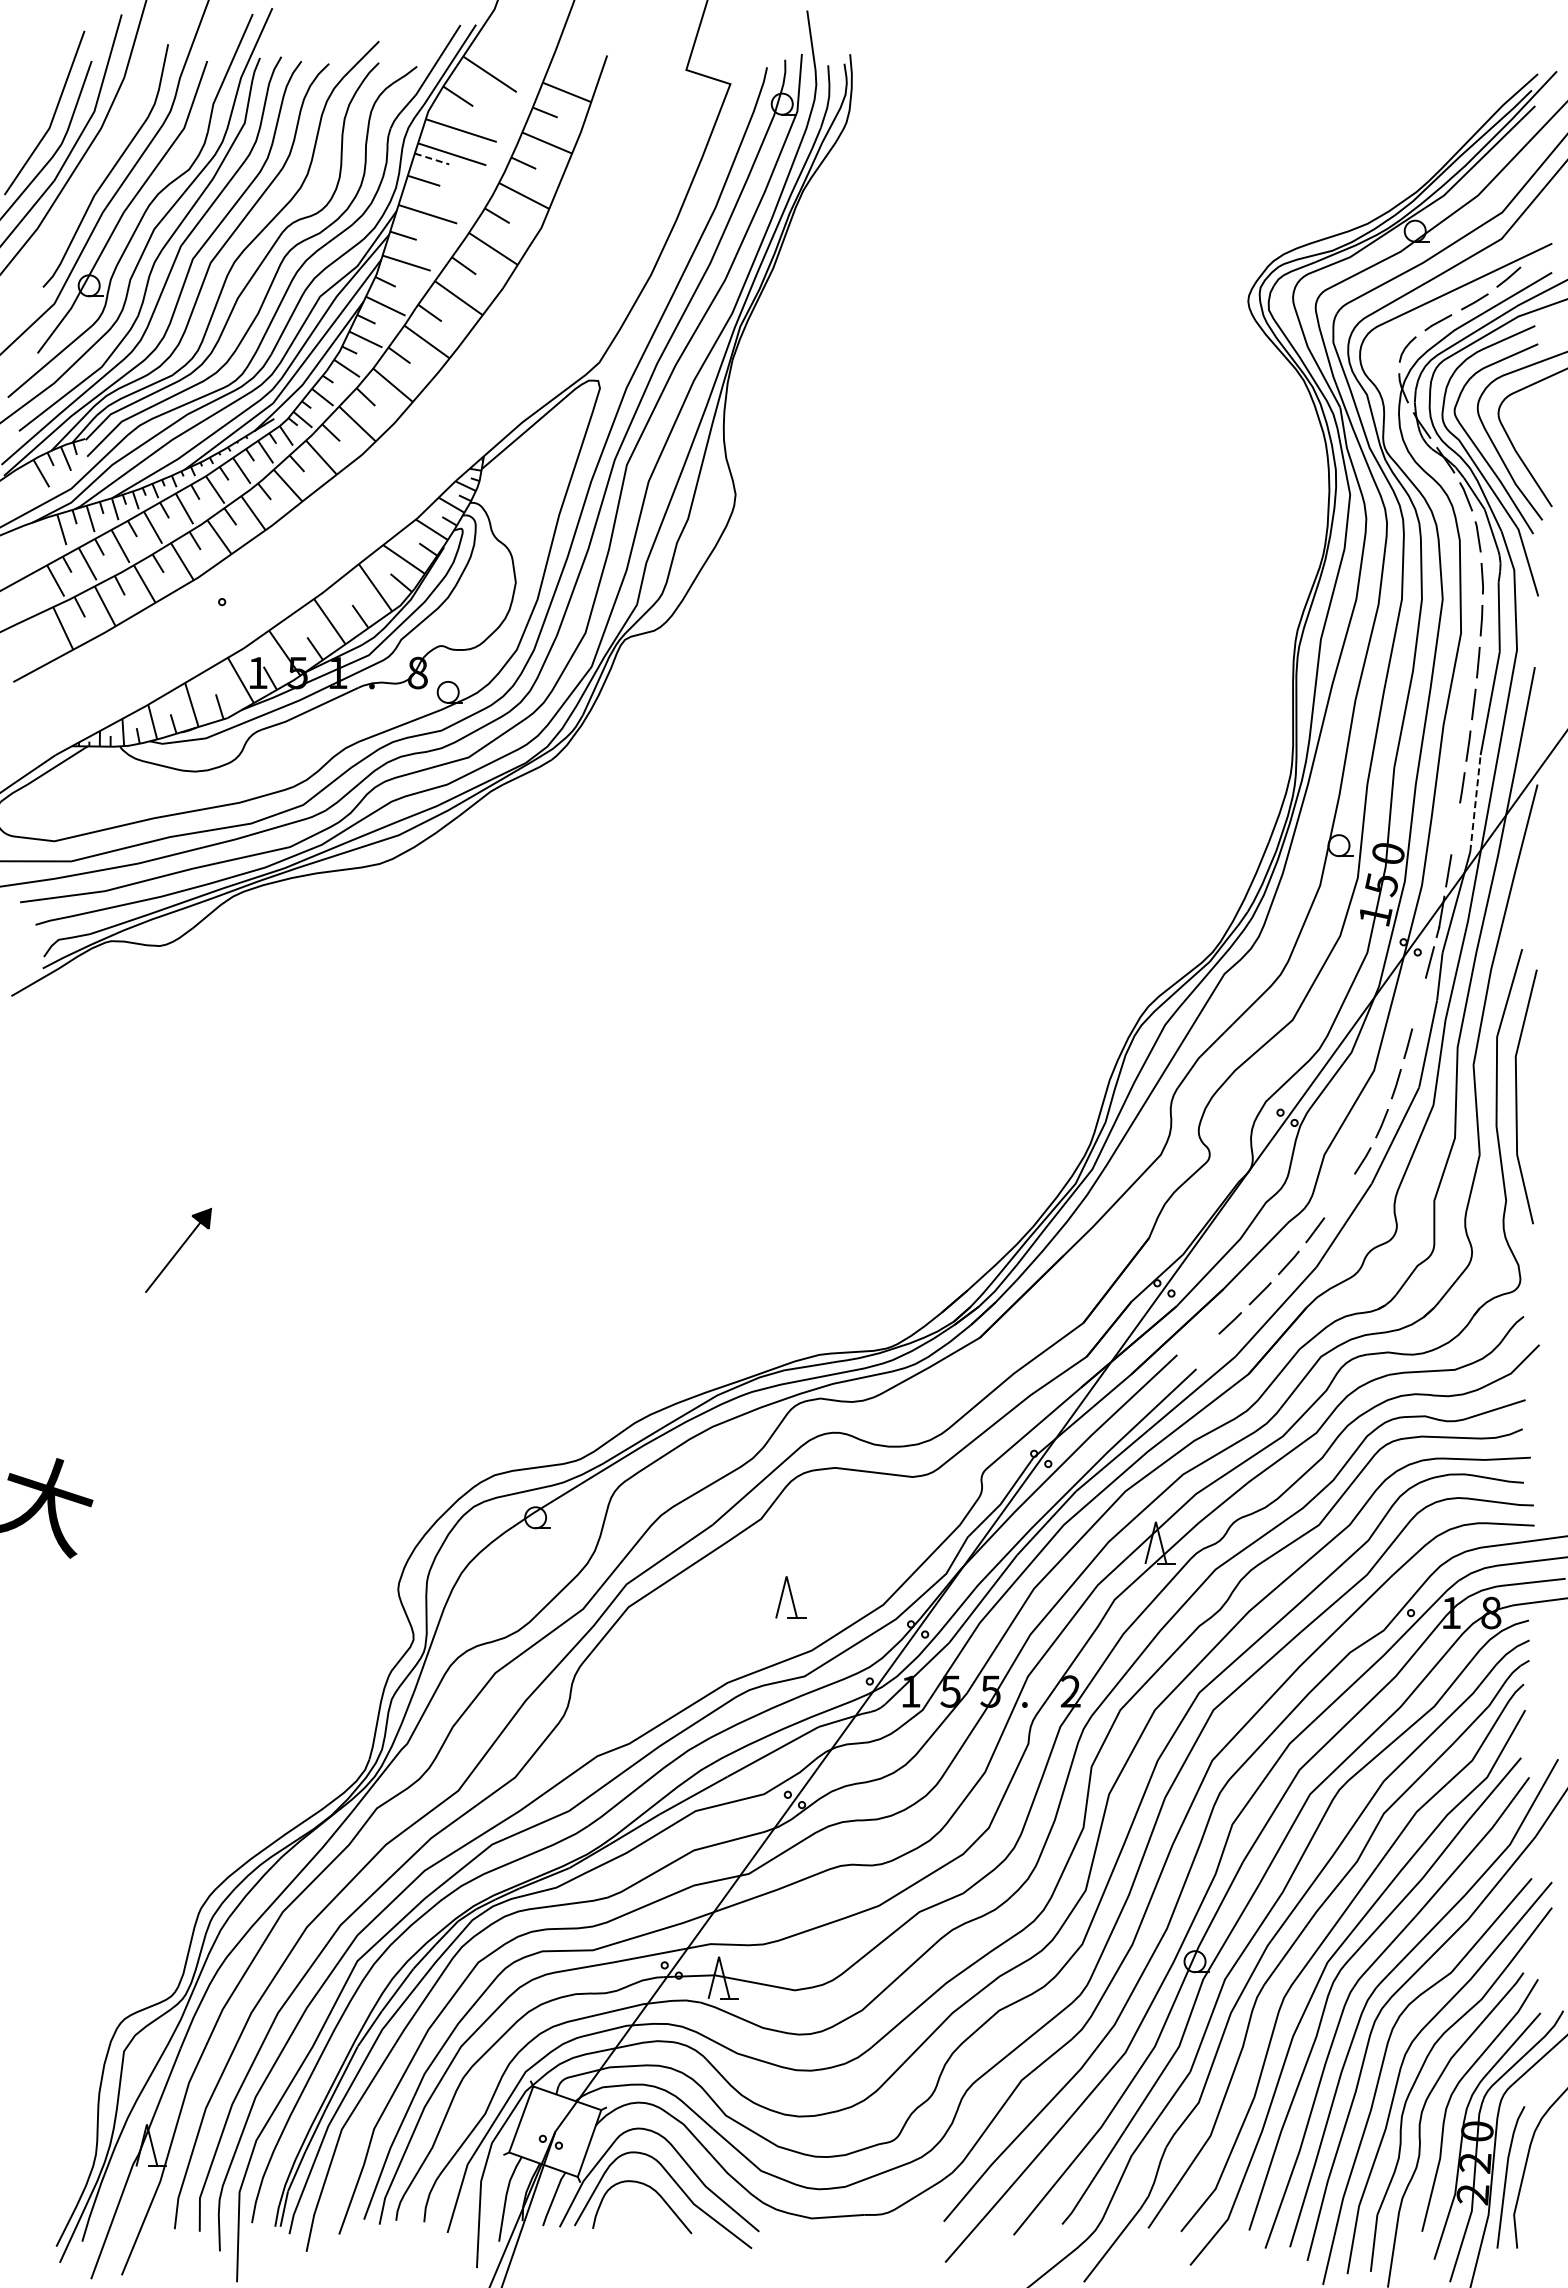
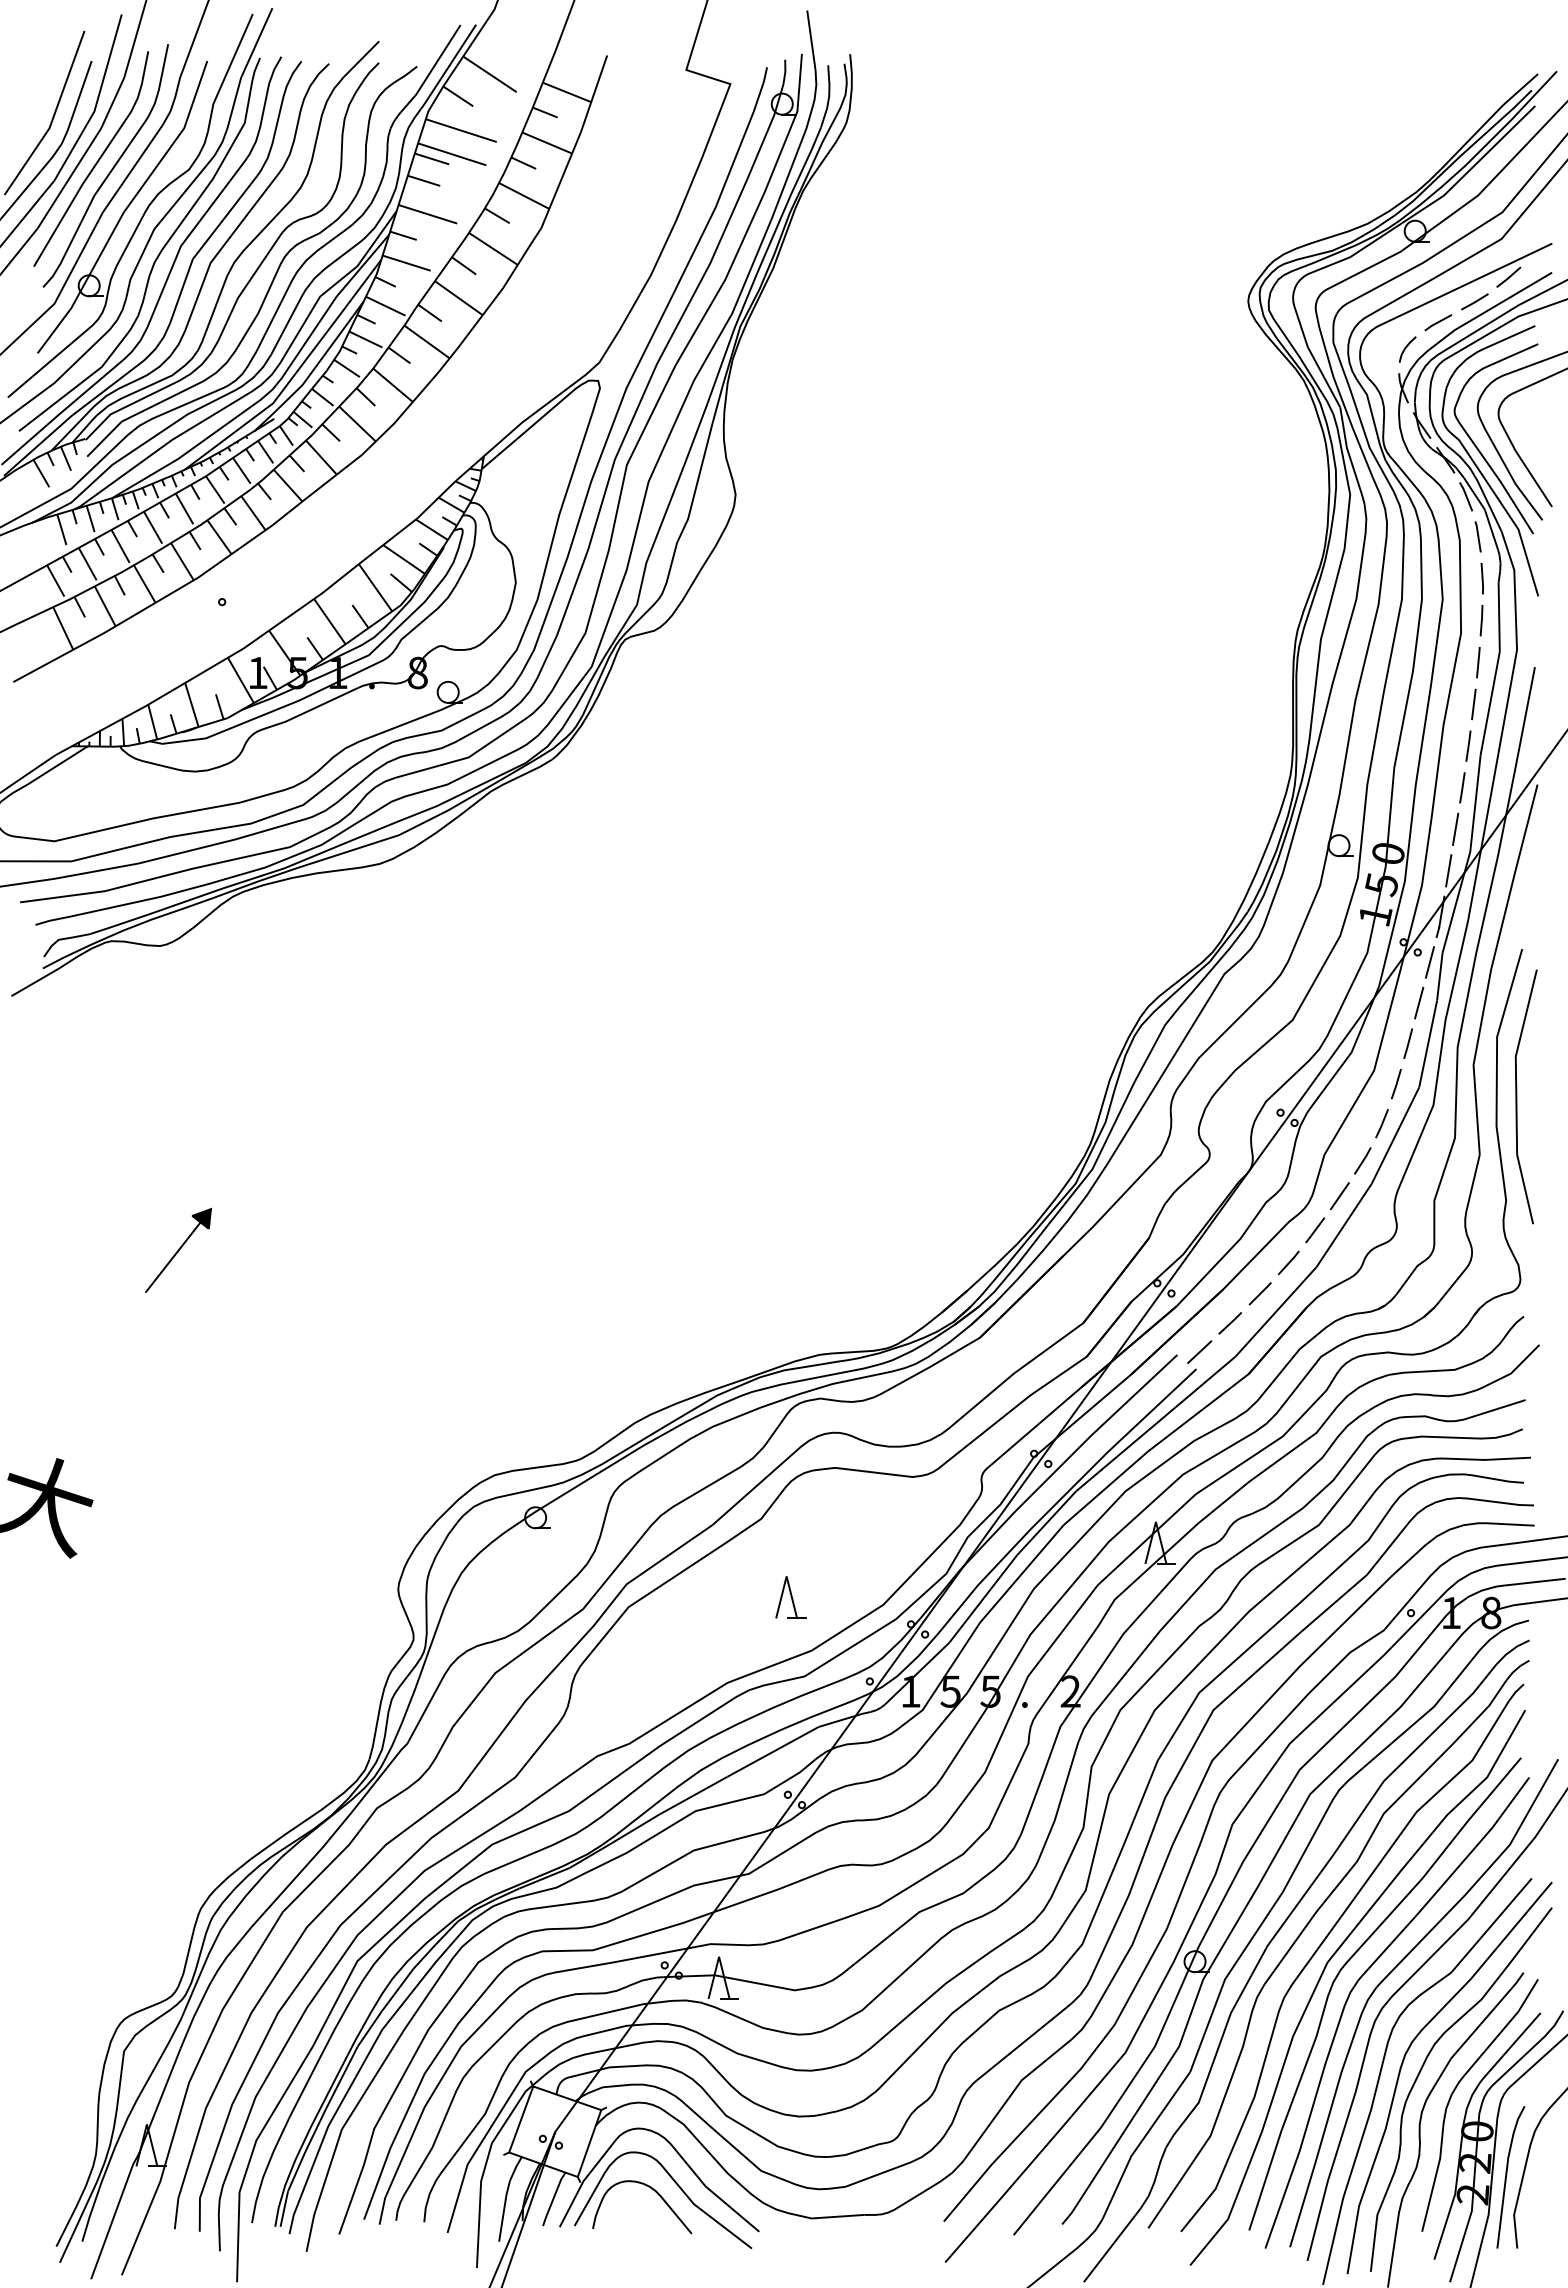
line at (432, 159): dashed -> solid
curve at (96, 161): none -> present
line at (1475, 803): dashed -> solid
line at (1455, 828): none -> present
line at (1419, 1002): none -> present
line at (1339, 1196): none -> present
line at (1199, 1351): none -> present
